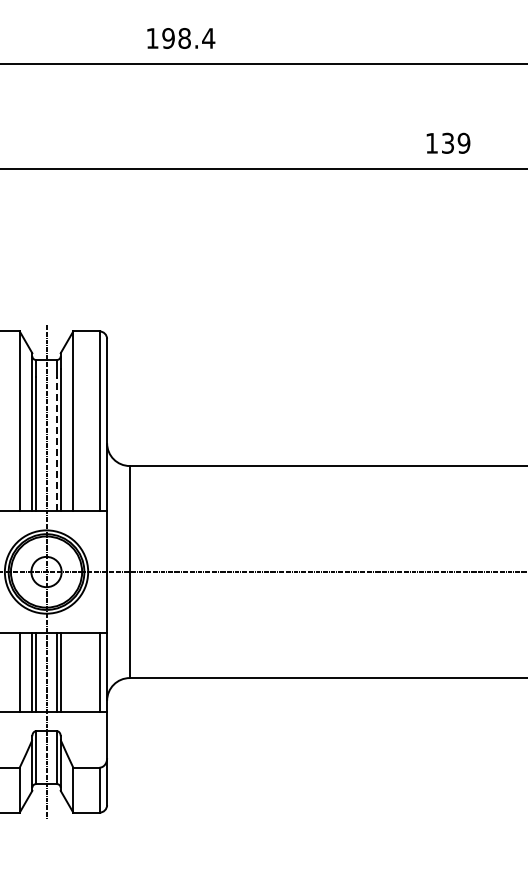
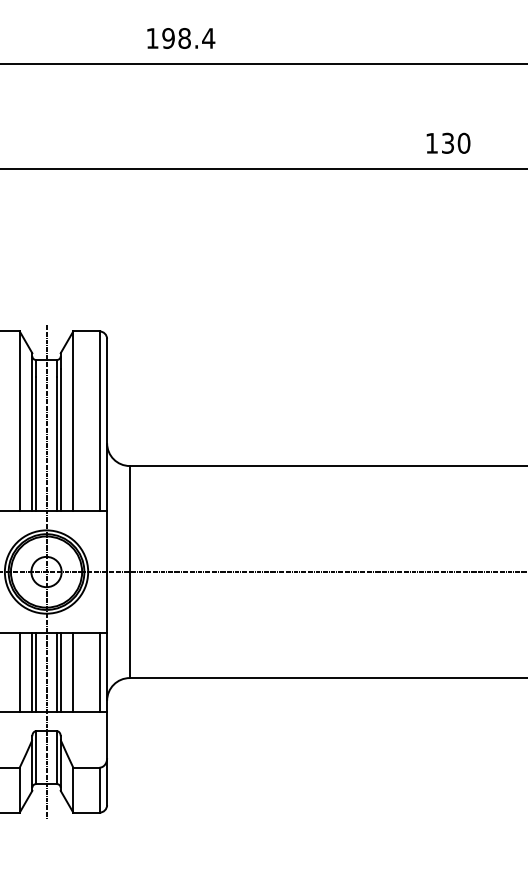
text at (463, 143): 139 -> 130
line at (56, 444): dashed -> solid
line at (73, 672): none -> present
